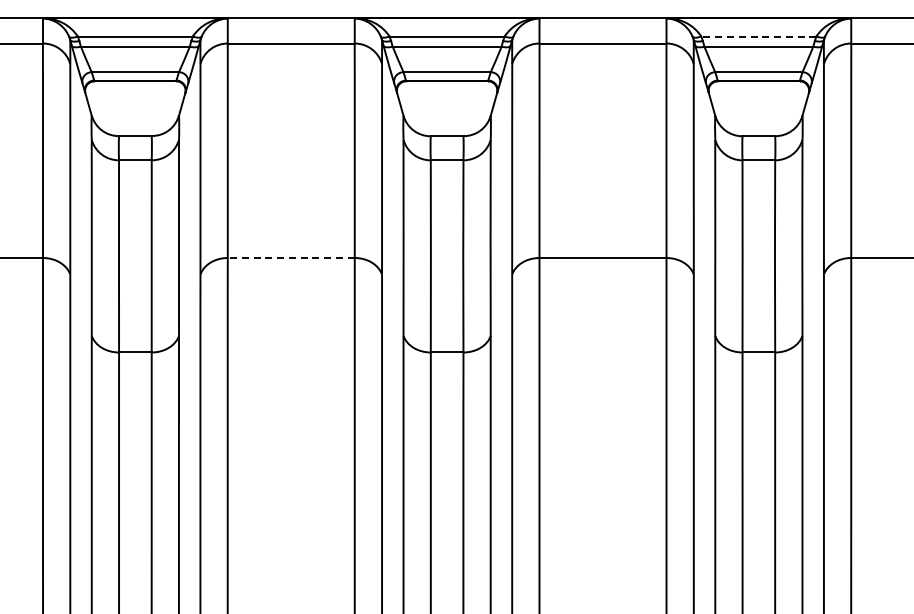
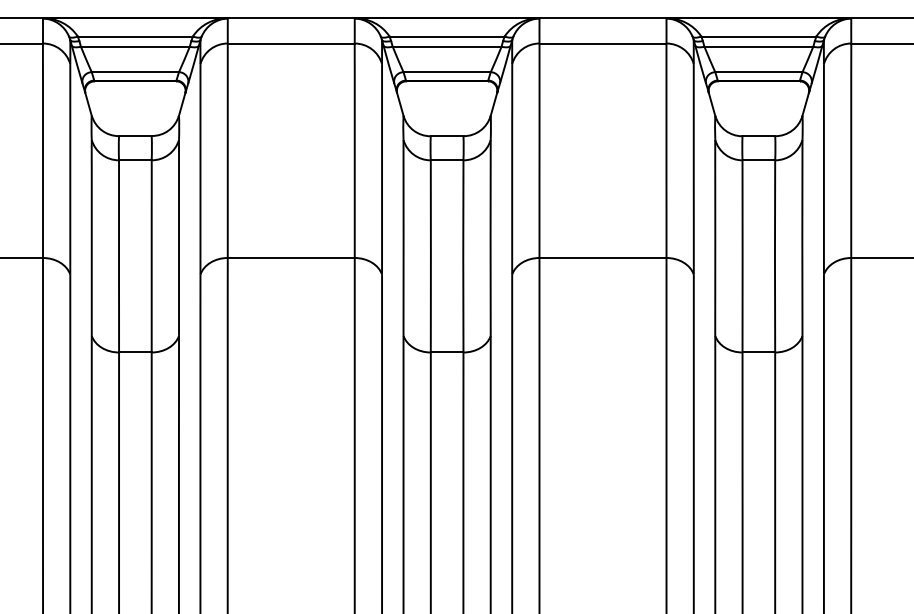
line at (758, 36): dashed -> solid
line at (290, 258): dashed -> solid
